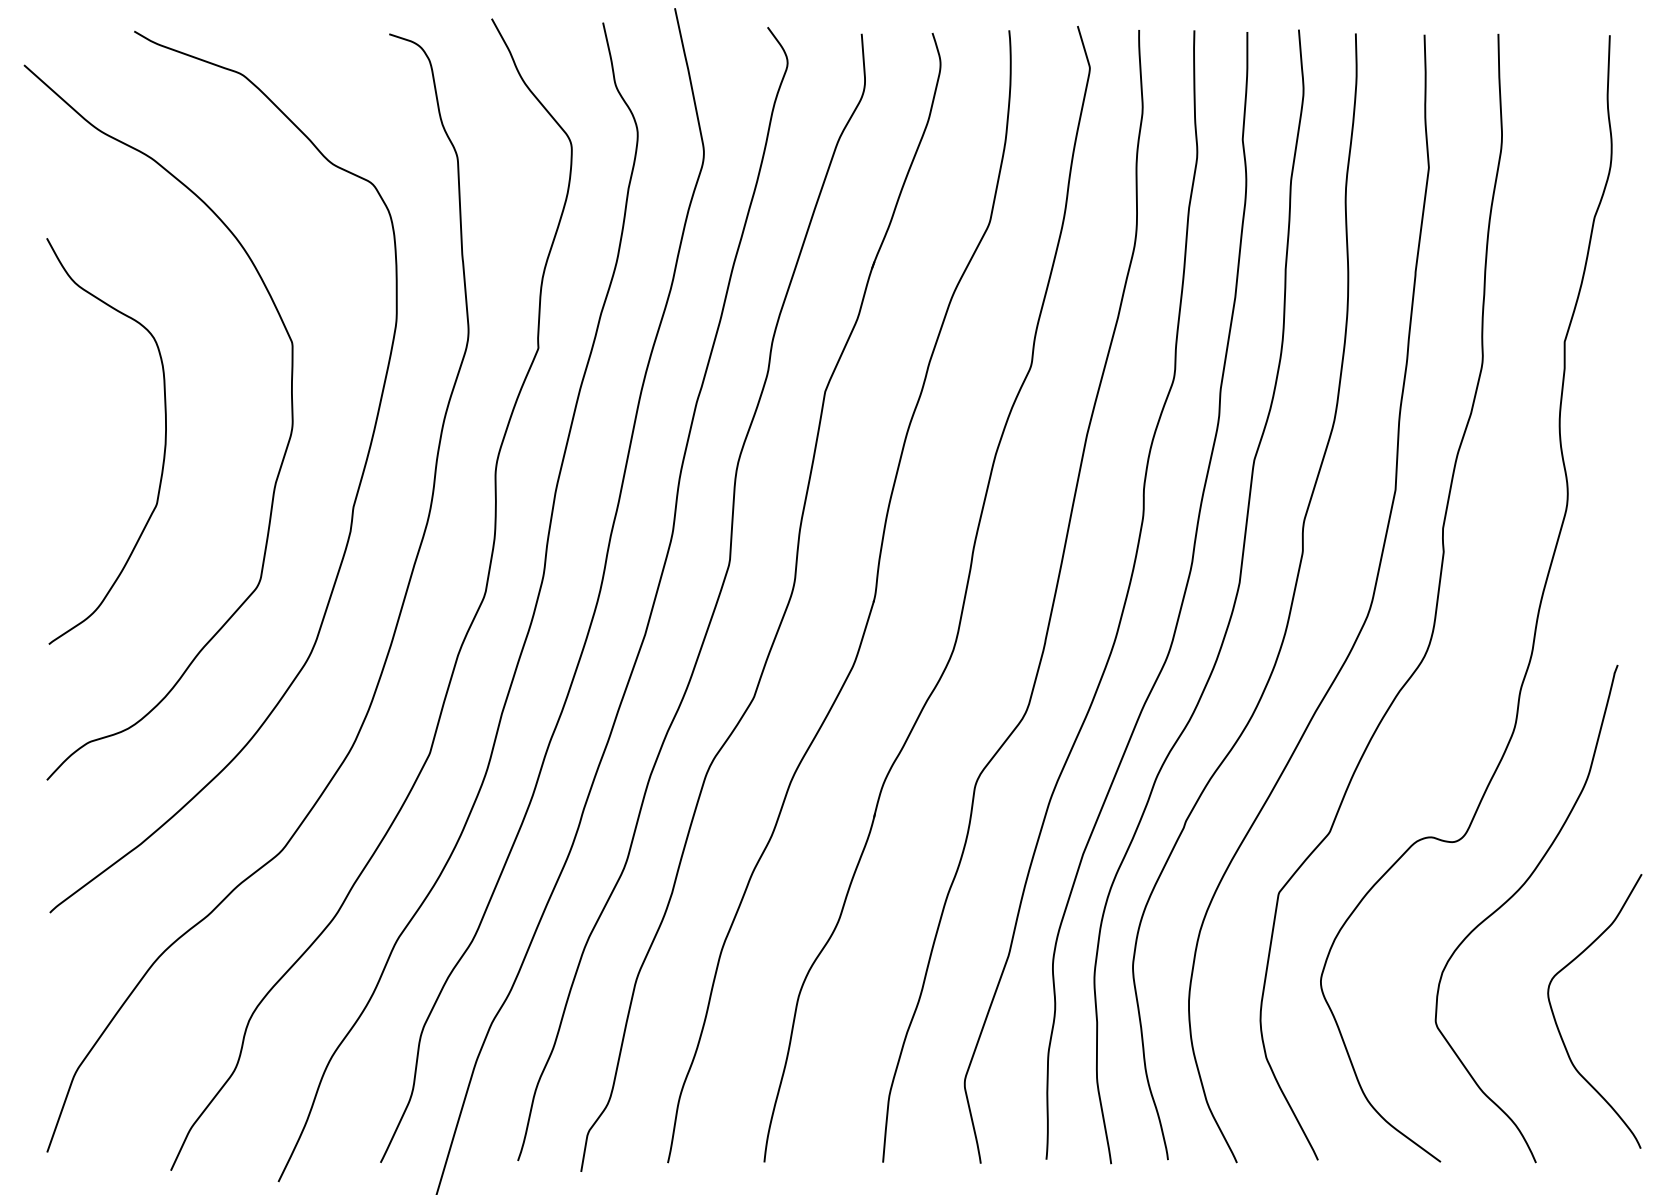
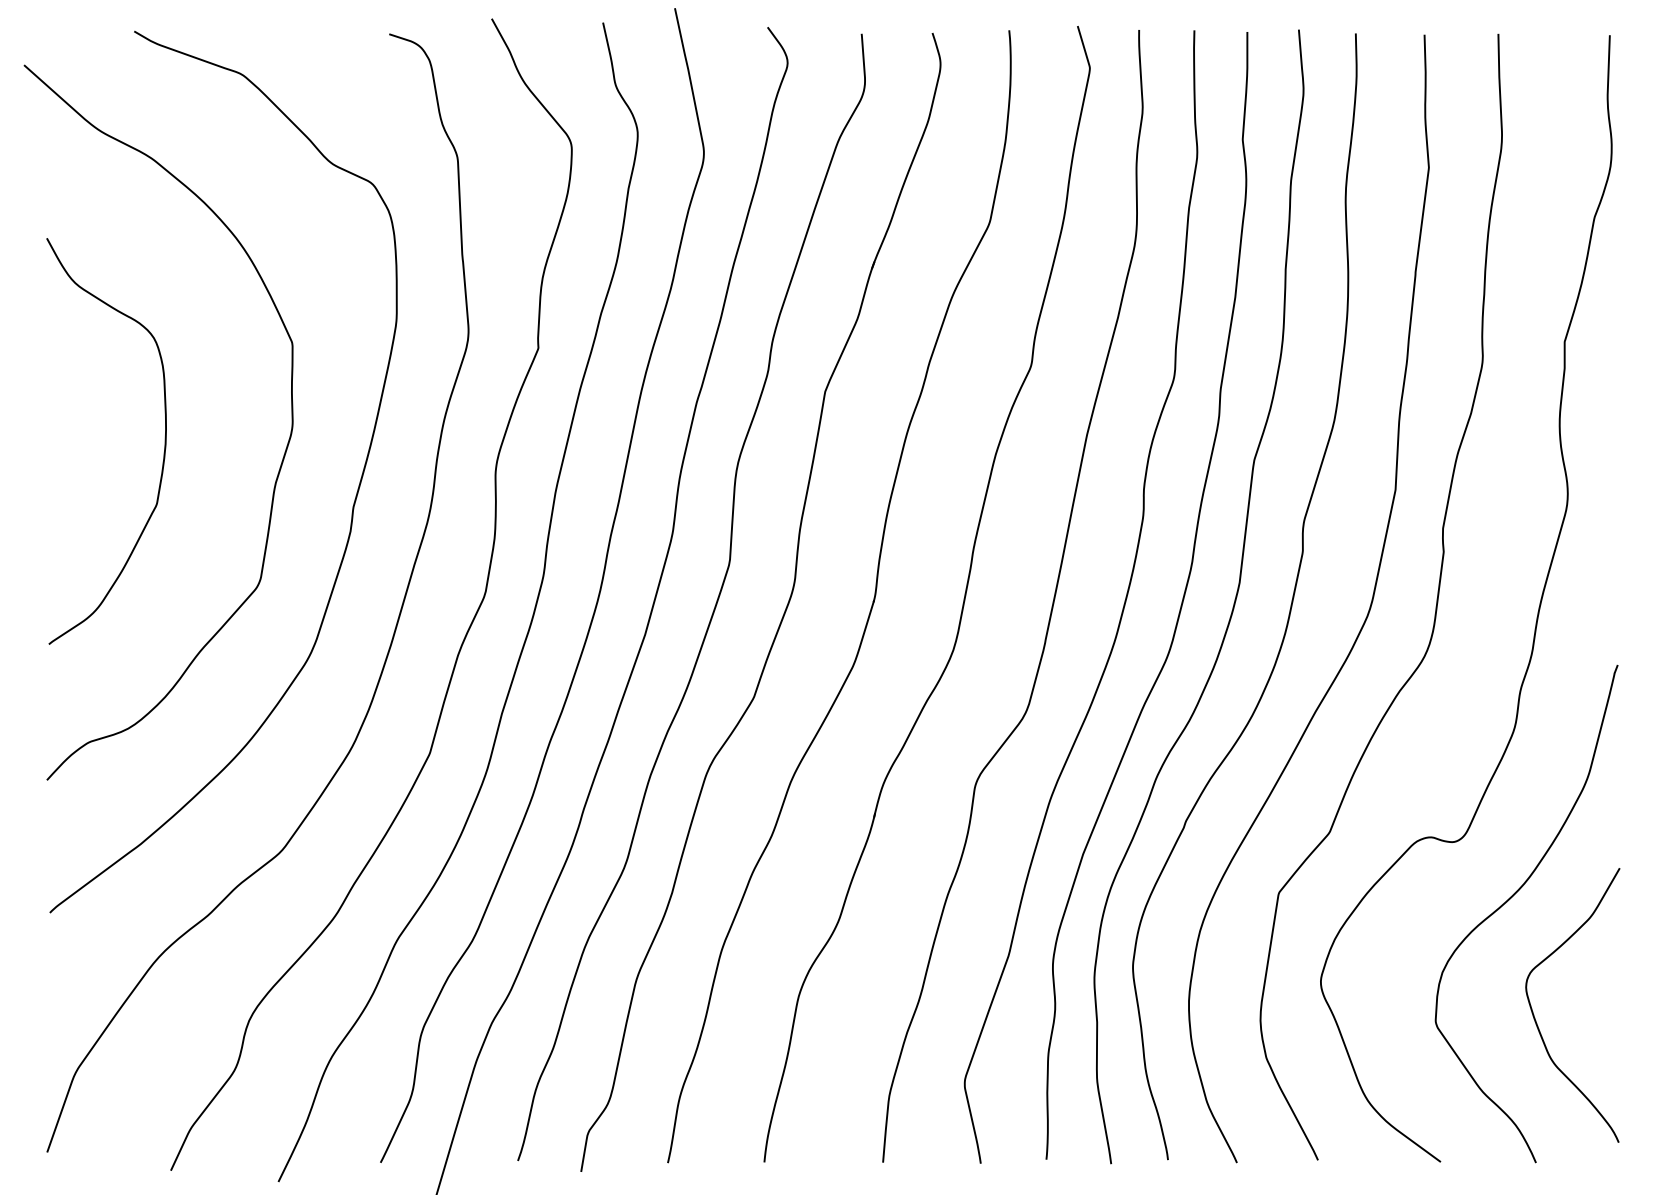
curve at (1557, 1023) position: (1557, 1023) -> (1535, 1017)
